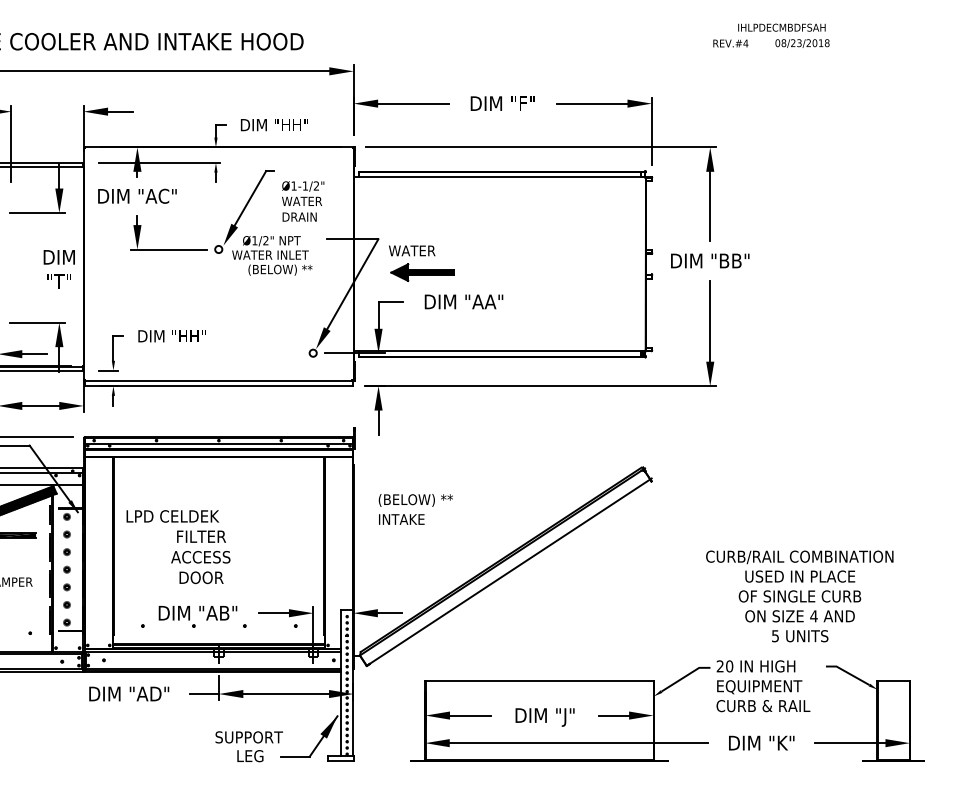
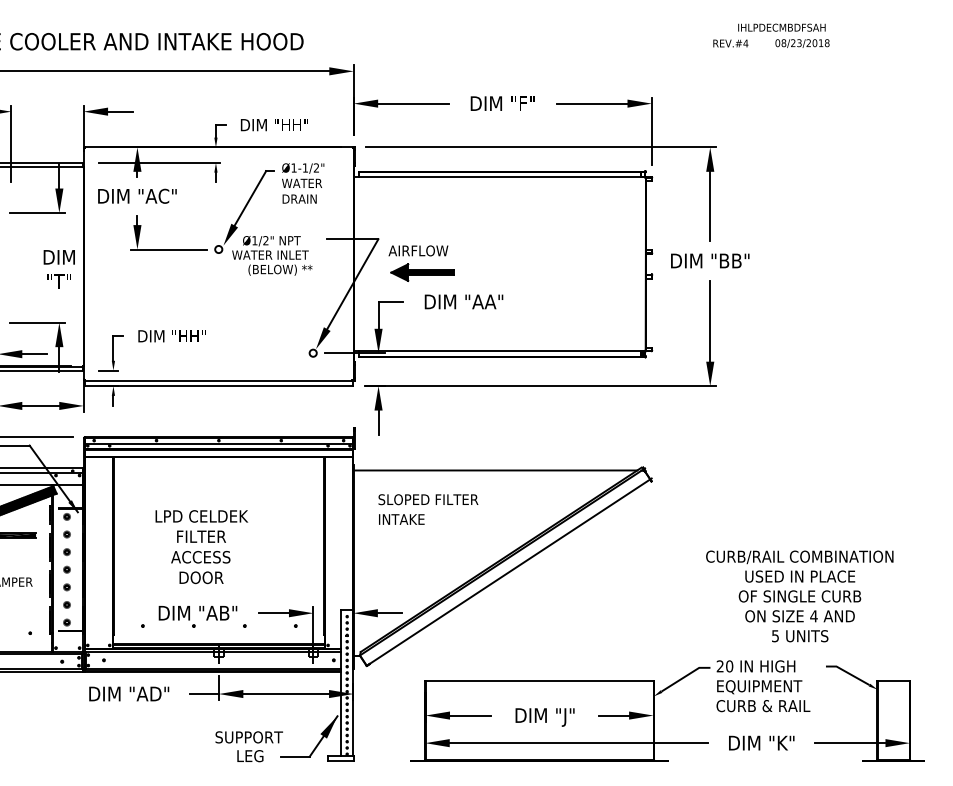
text at (303, 201) position: (303, 201) -> (303, 183)
text at (418, 250): WATER -> AIRFLOW
line at (495, 470): none -> present
text at (428, 500): (BELOW) ** -> SLOPED FILTER
text at (172, 516) position: (172, 516) -> (201, 516)
